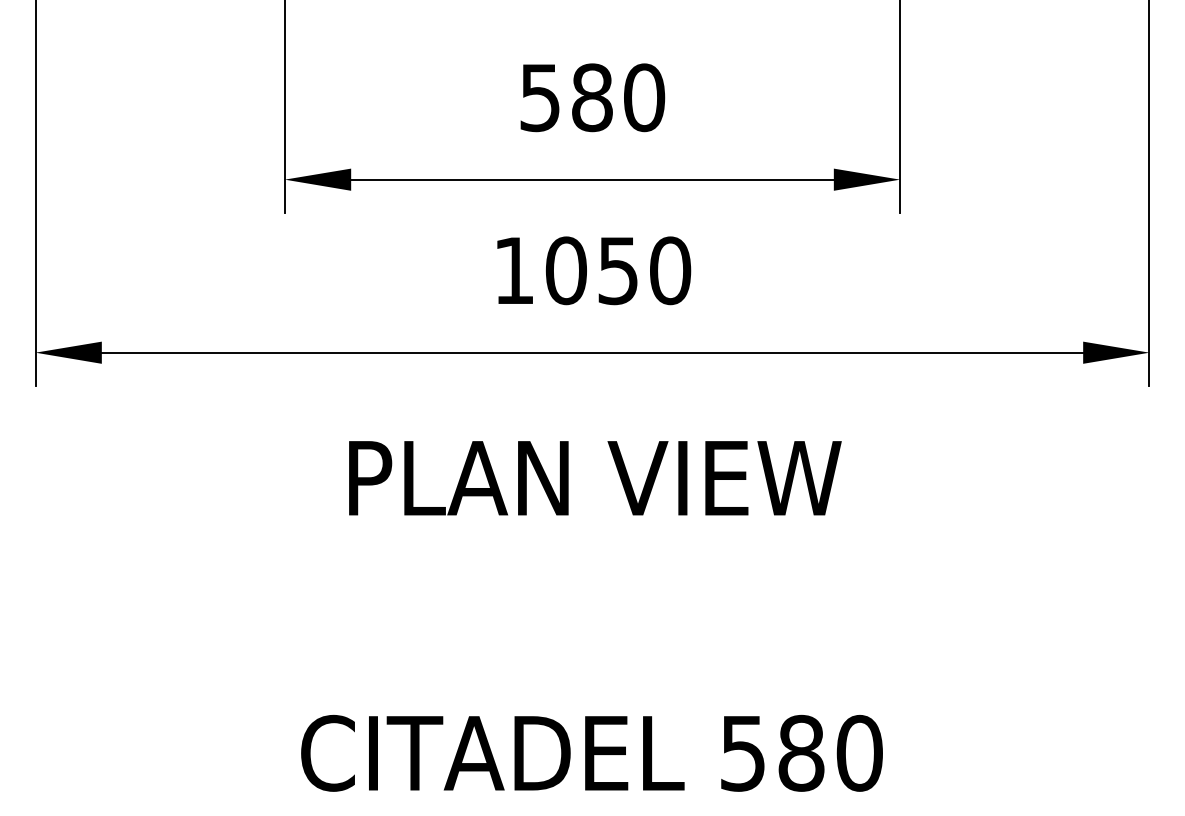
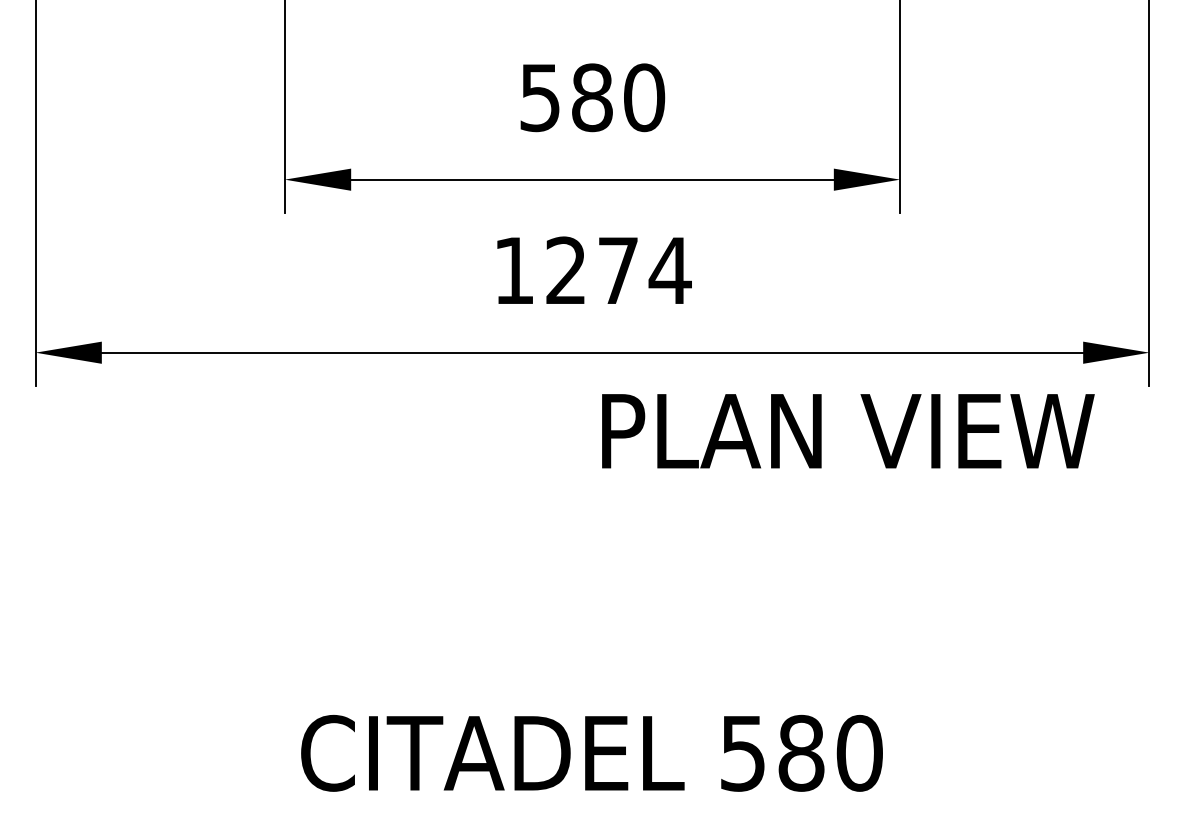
text at (618, 270): 1050 -> 1274
text at (595, 478) position: (595, 478) -> (848, 431)
